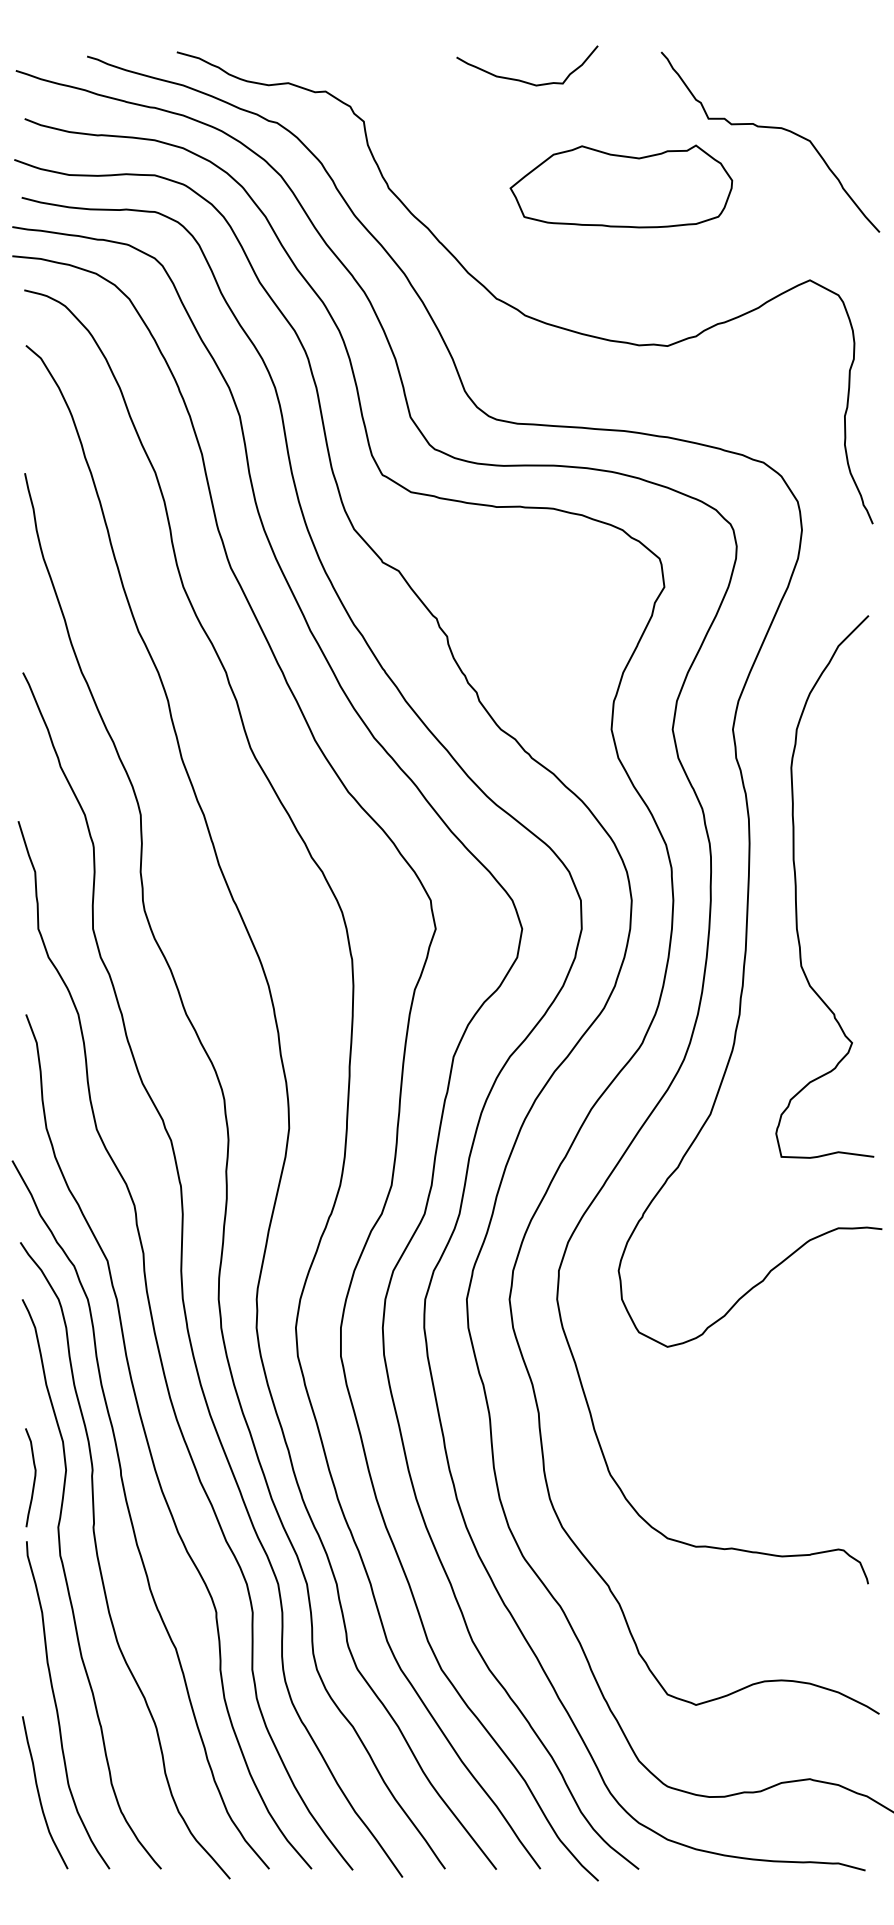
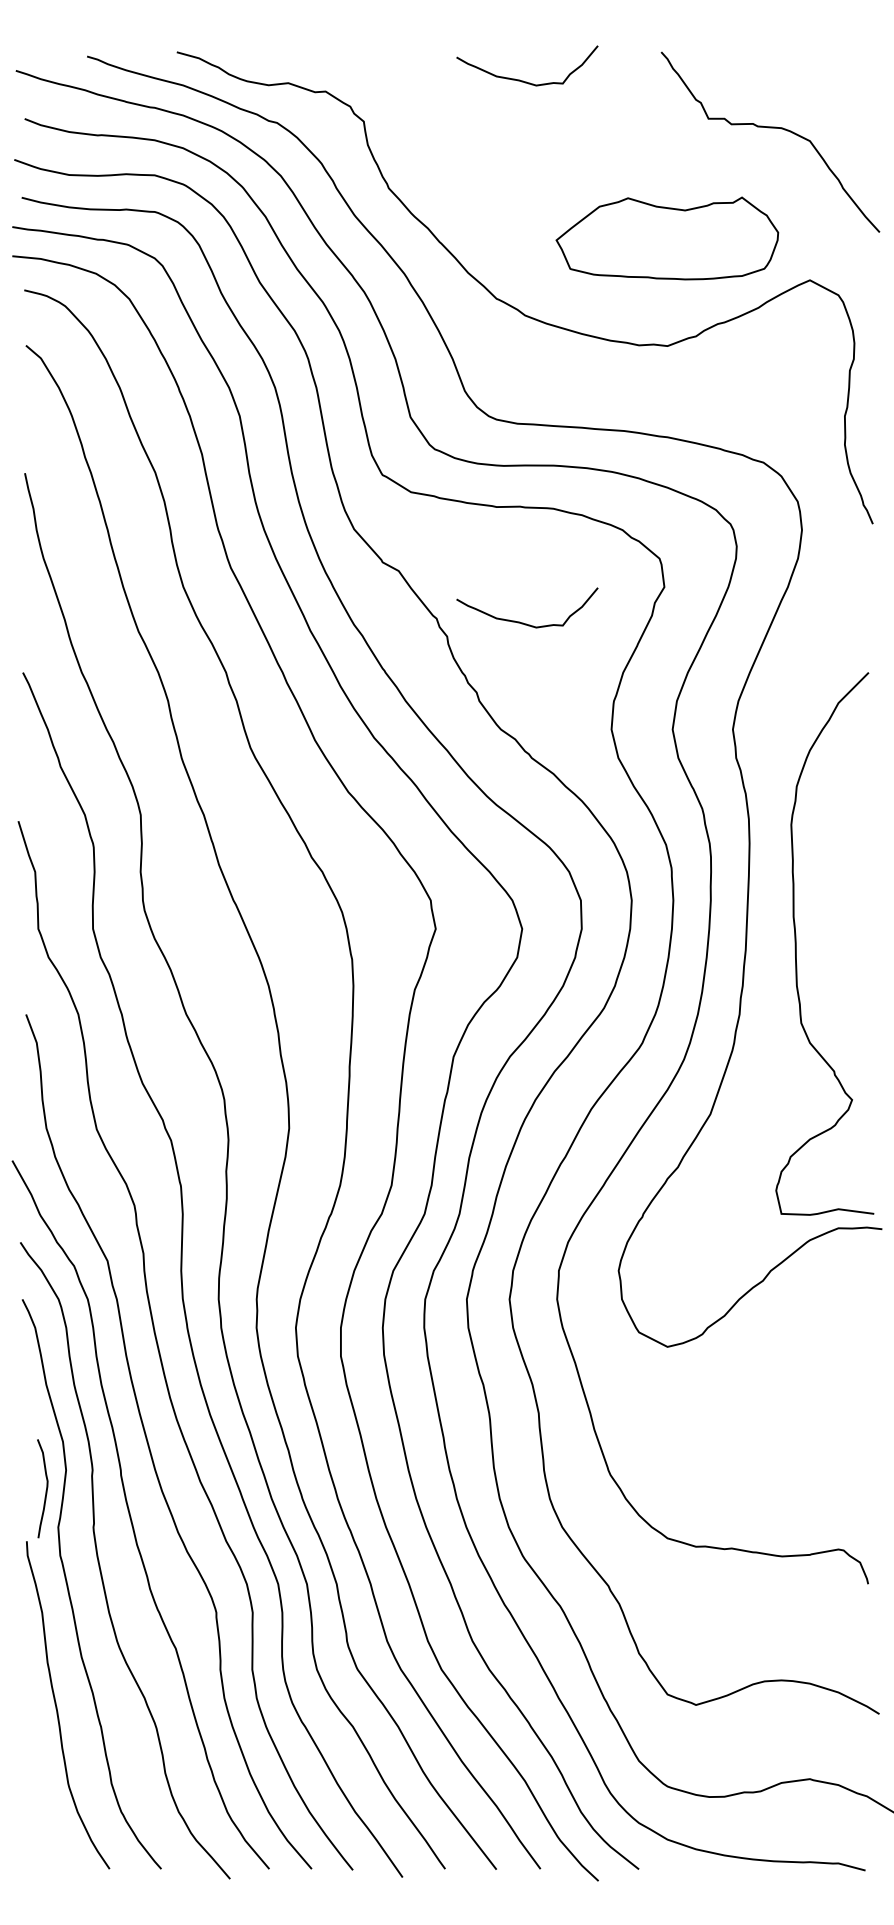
part at (621, 186) position: (621, 186) -> (667, 238)
curve at (523, 622): none -> present
curve at (796, 886) position: (796, 886) -> (796, 943)
curve at (33, 1479) position: (33, 1479) -> (45, 1490)
curve at (39, 1792): present -> none
